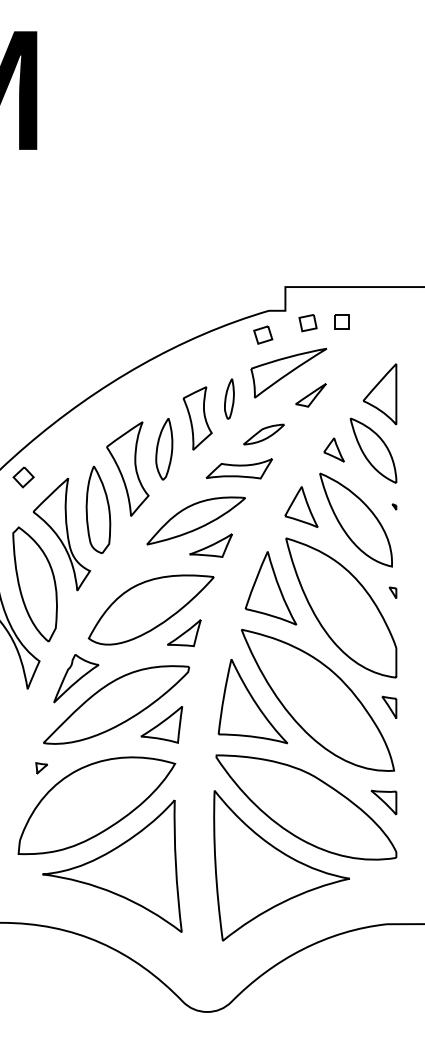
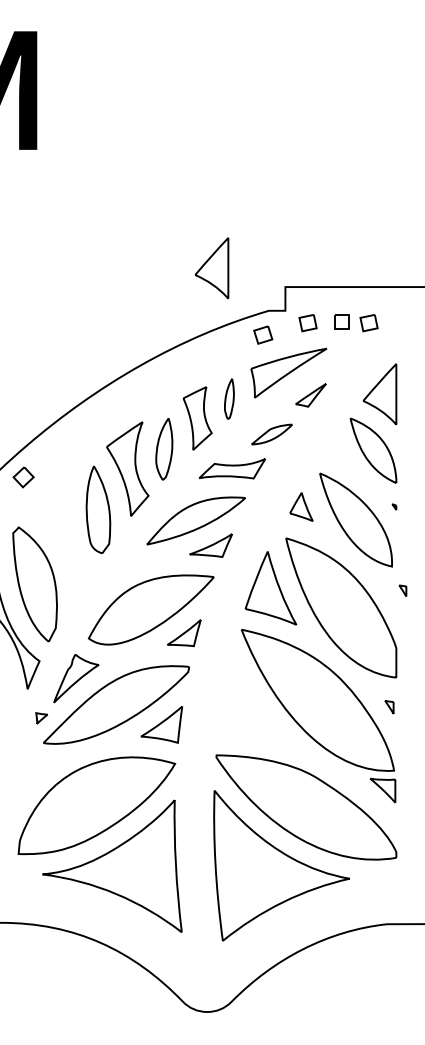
part at (211, 268): none -> present
part at (368, 323): none -> present
part at (263, 434) position: (263, 434) -> (271, 434)
part at (333, 449): present -> none
part at (238, 468) position: (238, 468) -> (231, 468)
part at (301, 506) size: 35x42 px -> 25x30 px
part at (61, 534): present -> none
part at (392, 592) position: (392, 592) -> (402, 590)
part at (252, 701): present -> none
part at (389, 706) size: 17x24 px -> 11x15 px
part at (41, 768) position: (41, 768) -> (41, 718)
part at (383, 802) position: (383, 802) -> (382, 790)
